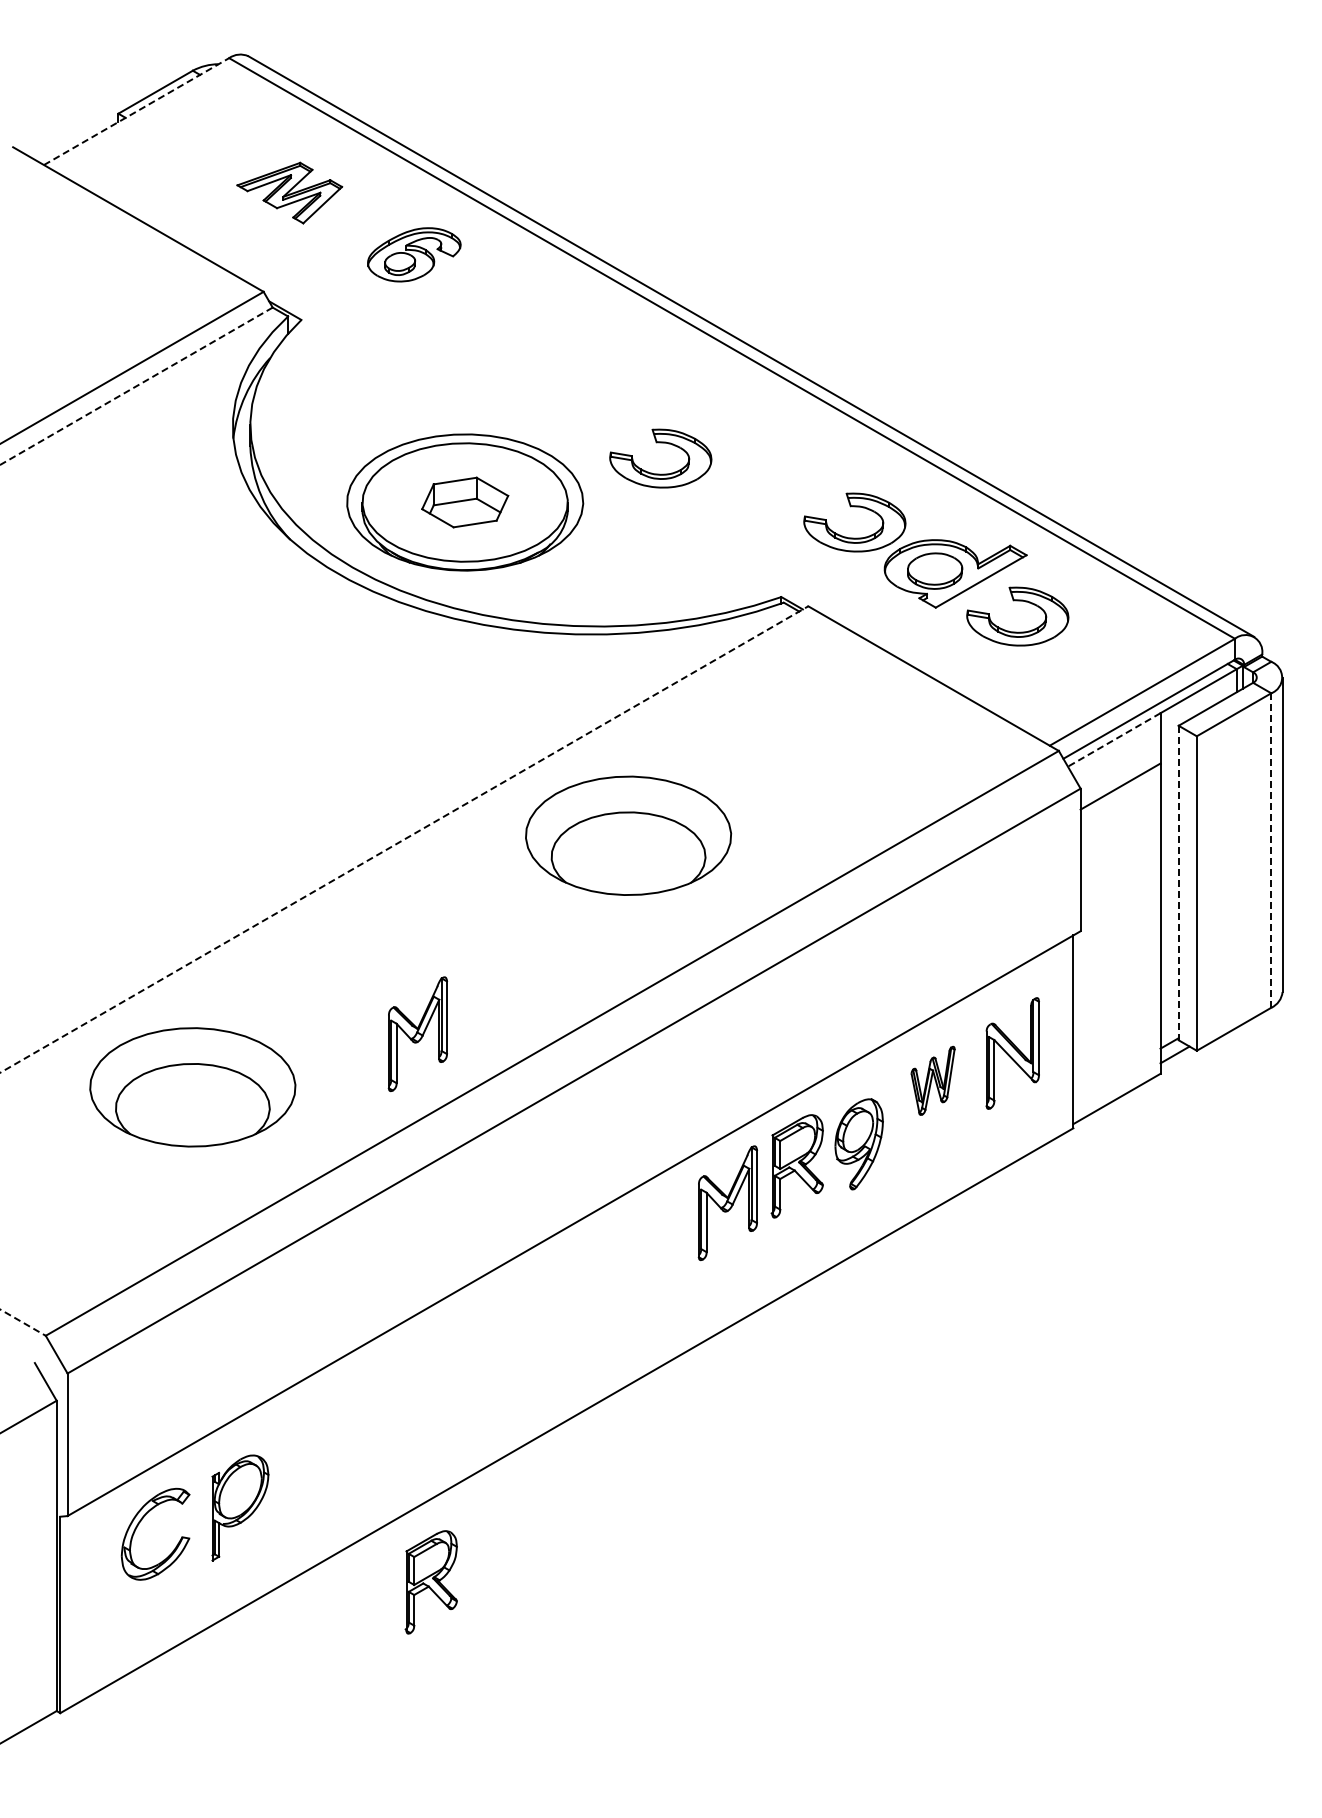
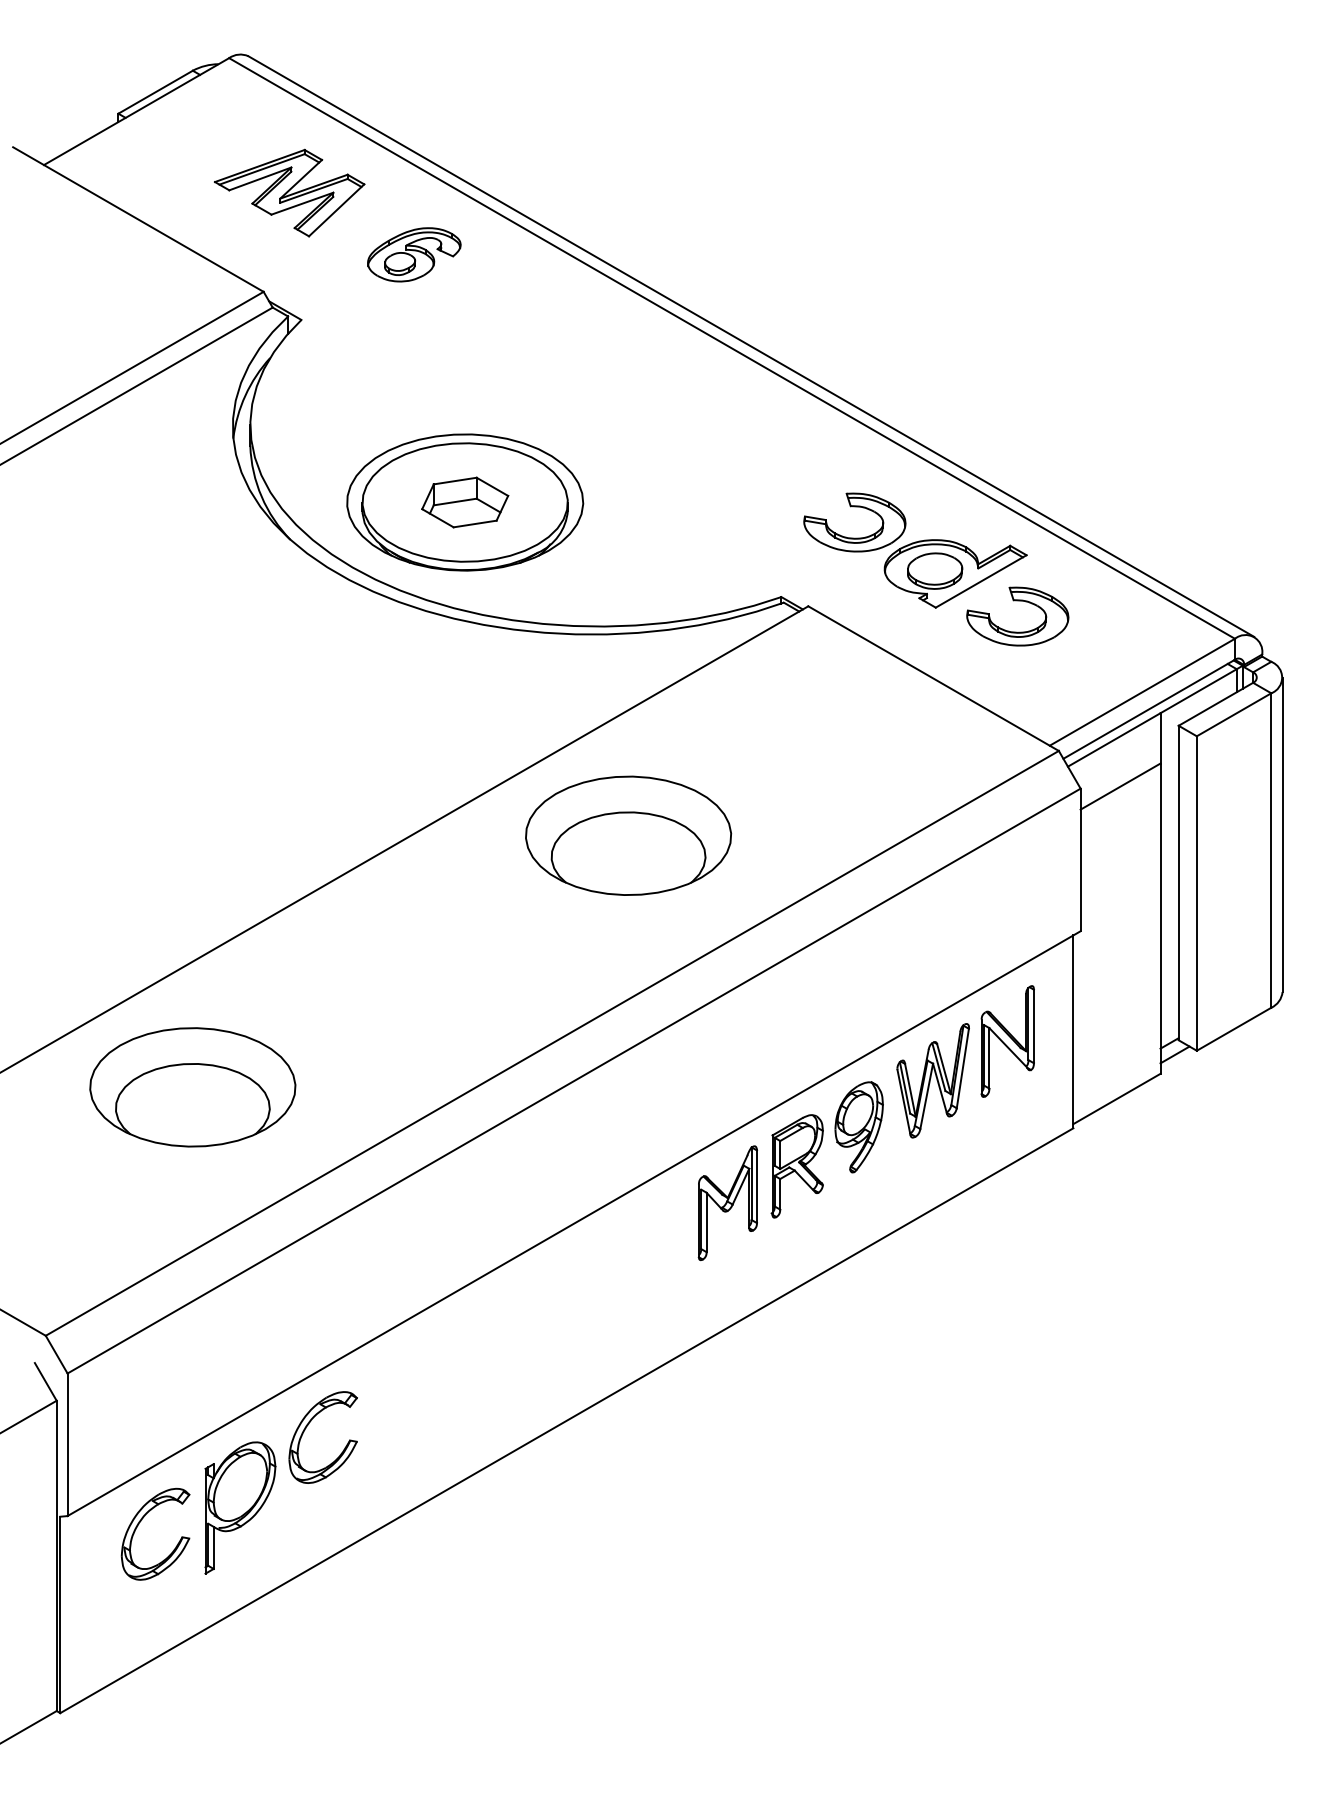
line at (136, 111): dashed -> solid
part at (289, 192) size: 108x64 px -> 152x90 px
line at (136, 386): dashed -> solid
part at (660, 443): present -> none
line at (1113, 740): dashed -> solid
line at (404, 839): dashed -> solid
line at (1271, 850): dashed -> solid
line at (1178, 883): dashed -> solid
part at (417, 1034): present -> none
part at (1012, 1053) position: (1012, 1053) -> (1007, 1041)
part at (932, 1080) size: 46x71 px -> 74x116 px
part at (858, 1144) position: (858, 1144) -> (858, 1127)
line at (23, 1322): dashed -> solid
part at (306, 1428): none -> present
part at (240, 1507) size: 59x108 px -> 73x134 px
part at (430, 1582): present -> none
